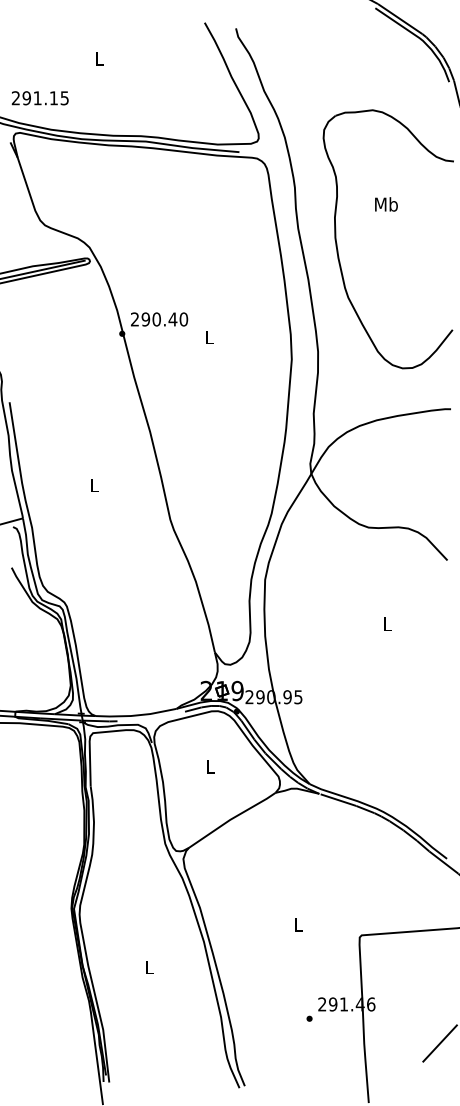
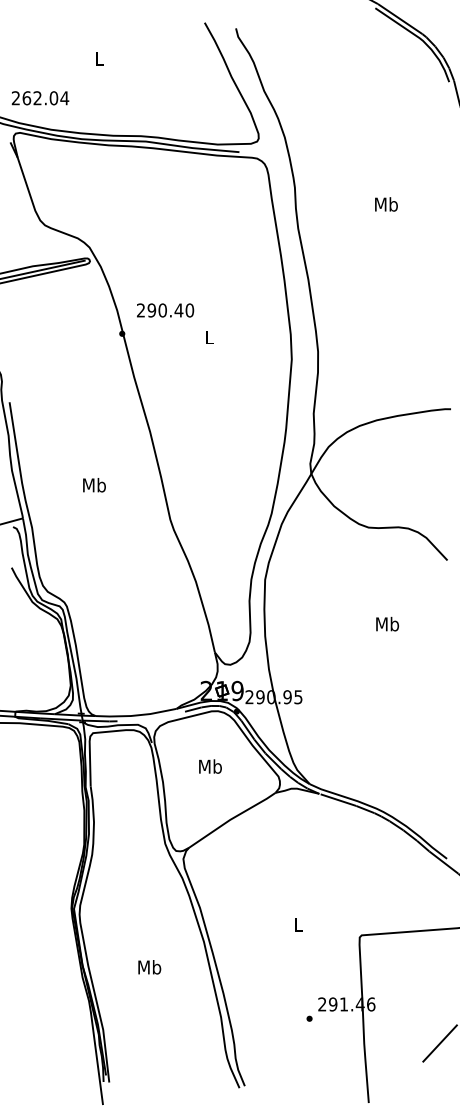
text at (45, 98): 291.15 -> 262.04
part at (338, 249): present -> none
text at (159, 319) position: (159, 319) -> (165, 310)
text at (94, 485): L -> Mb
text at (387, 623): L -> Mb
text at (210, 766): L -> Mb
text at (149, 967): L -> Mb
